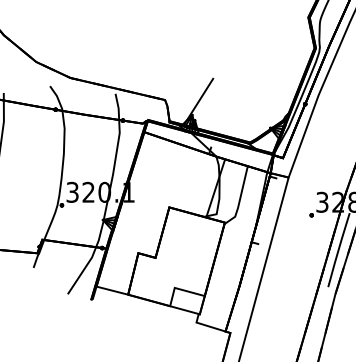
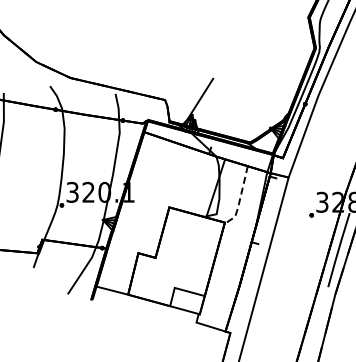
line at (240, 199): solid -> dashed
